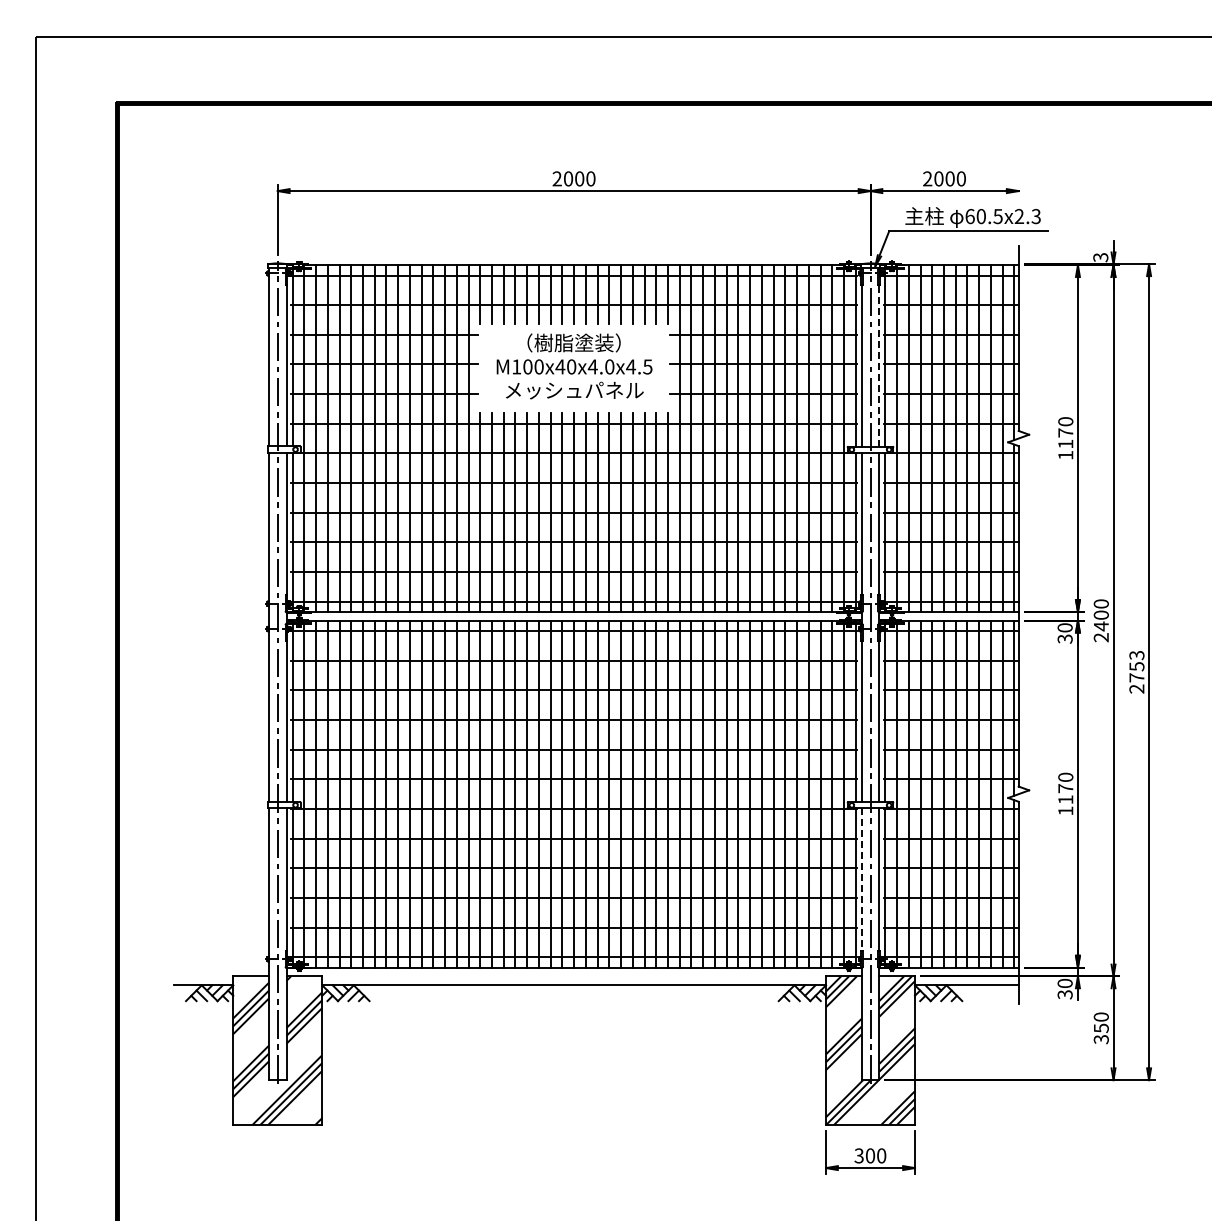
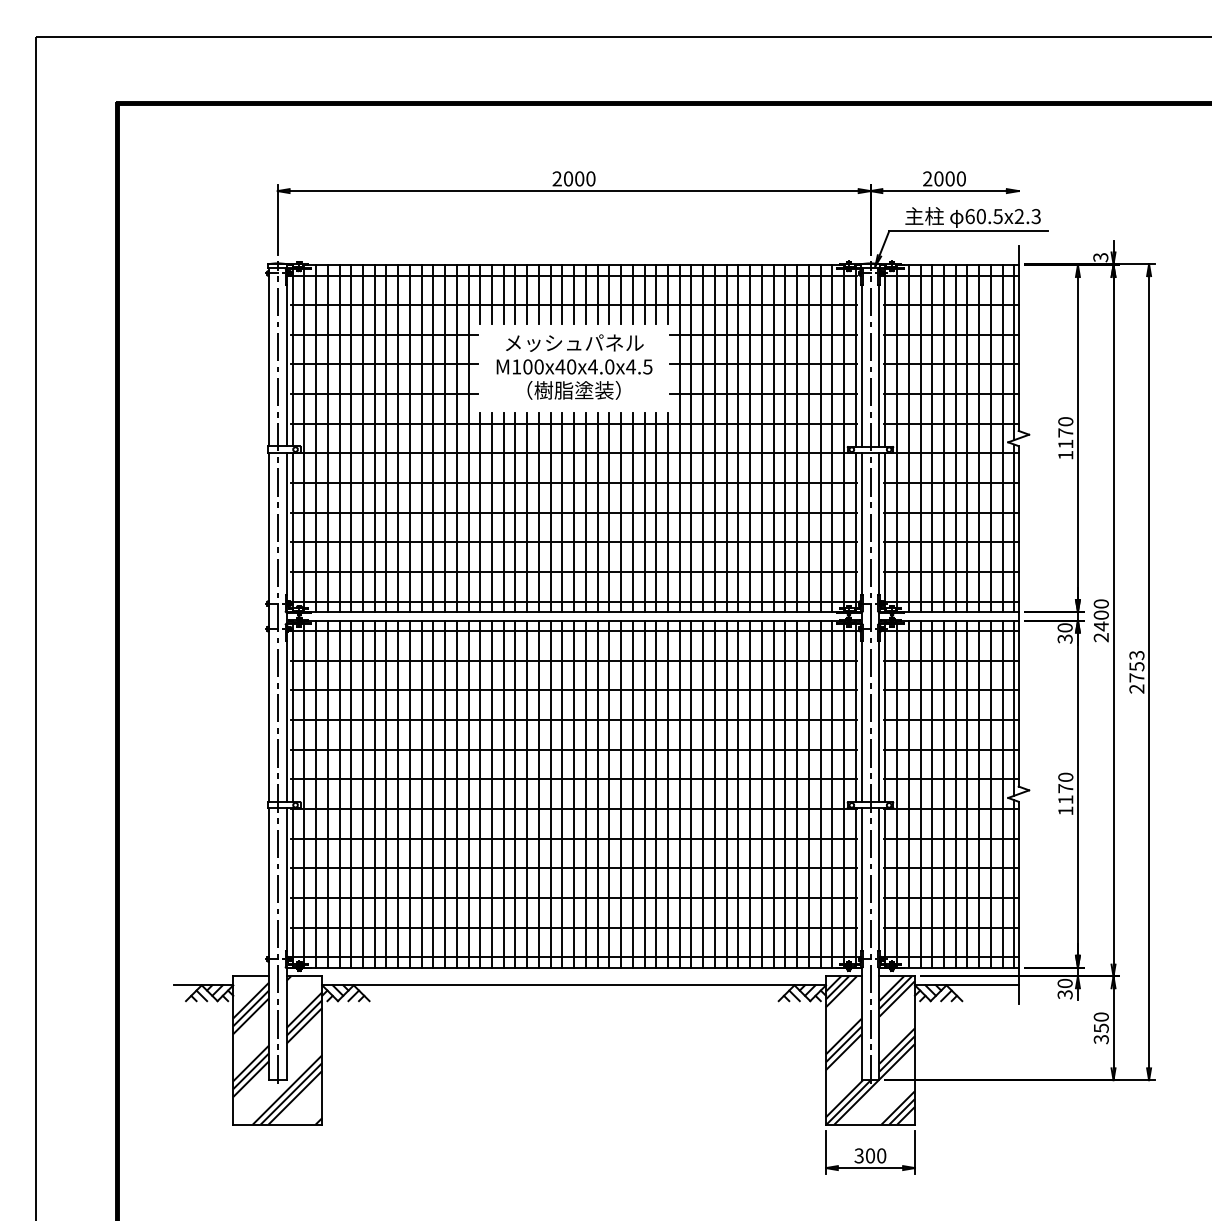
text at (574, 342): （樹脂塗装） -> メッシュパネル
line at (879, 366): dashed -> solid
text at (574, 390): メッシュパネル -> （樹脂塗装）
line at (861, 880): dashed -> solid
